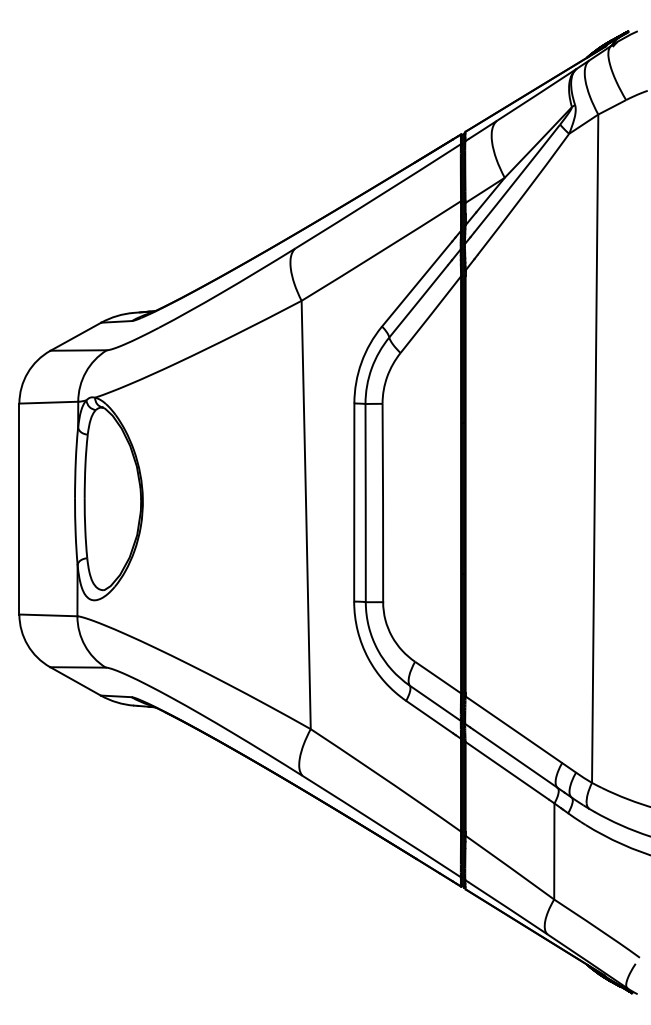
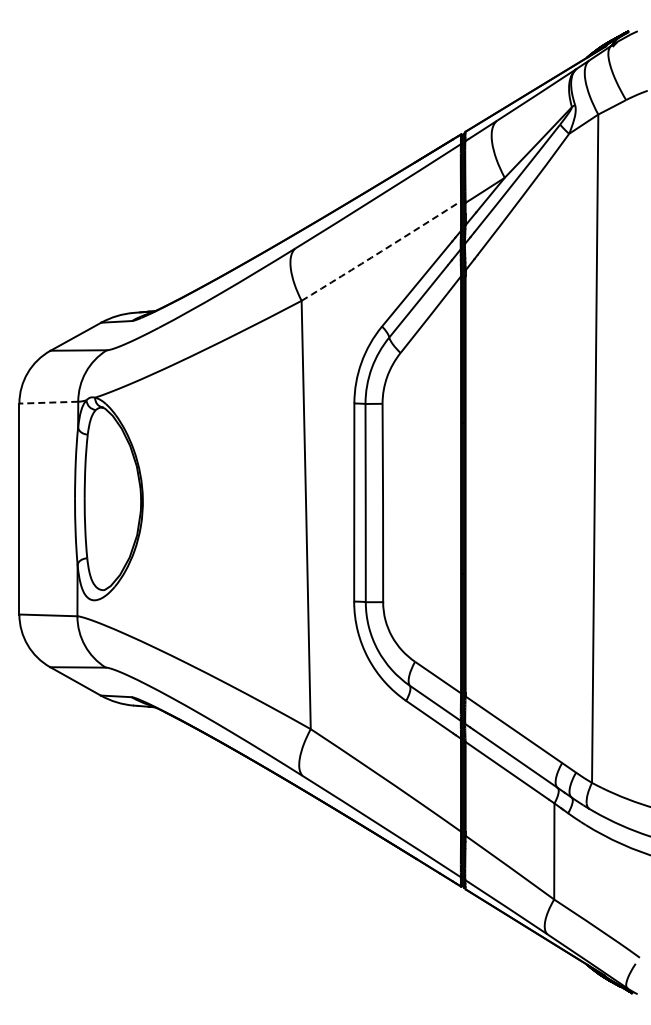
arc at (381, 251): solid -> dashed
line at (48, 402): solid -> dashed
